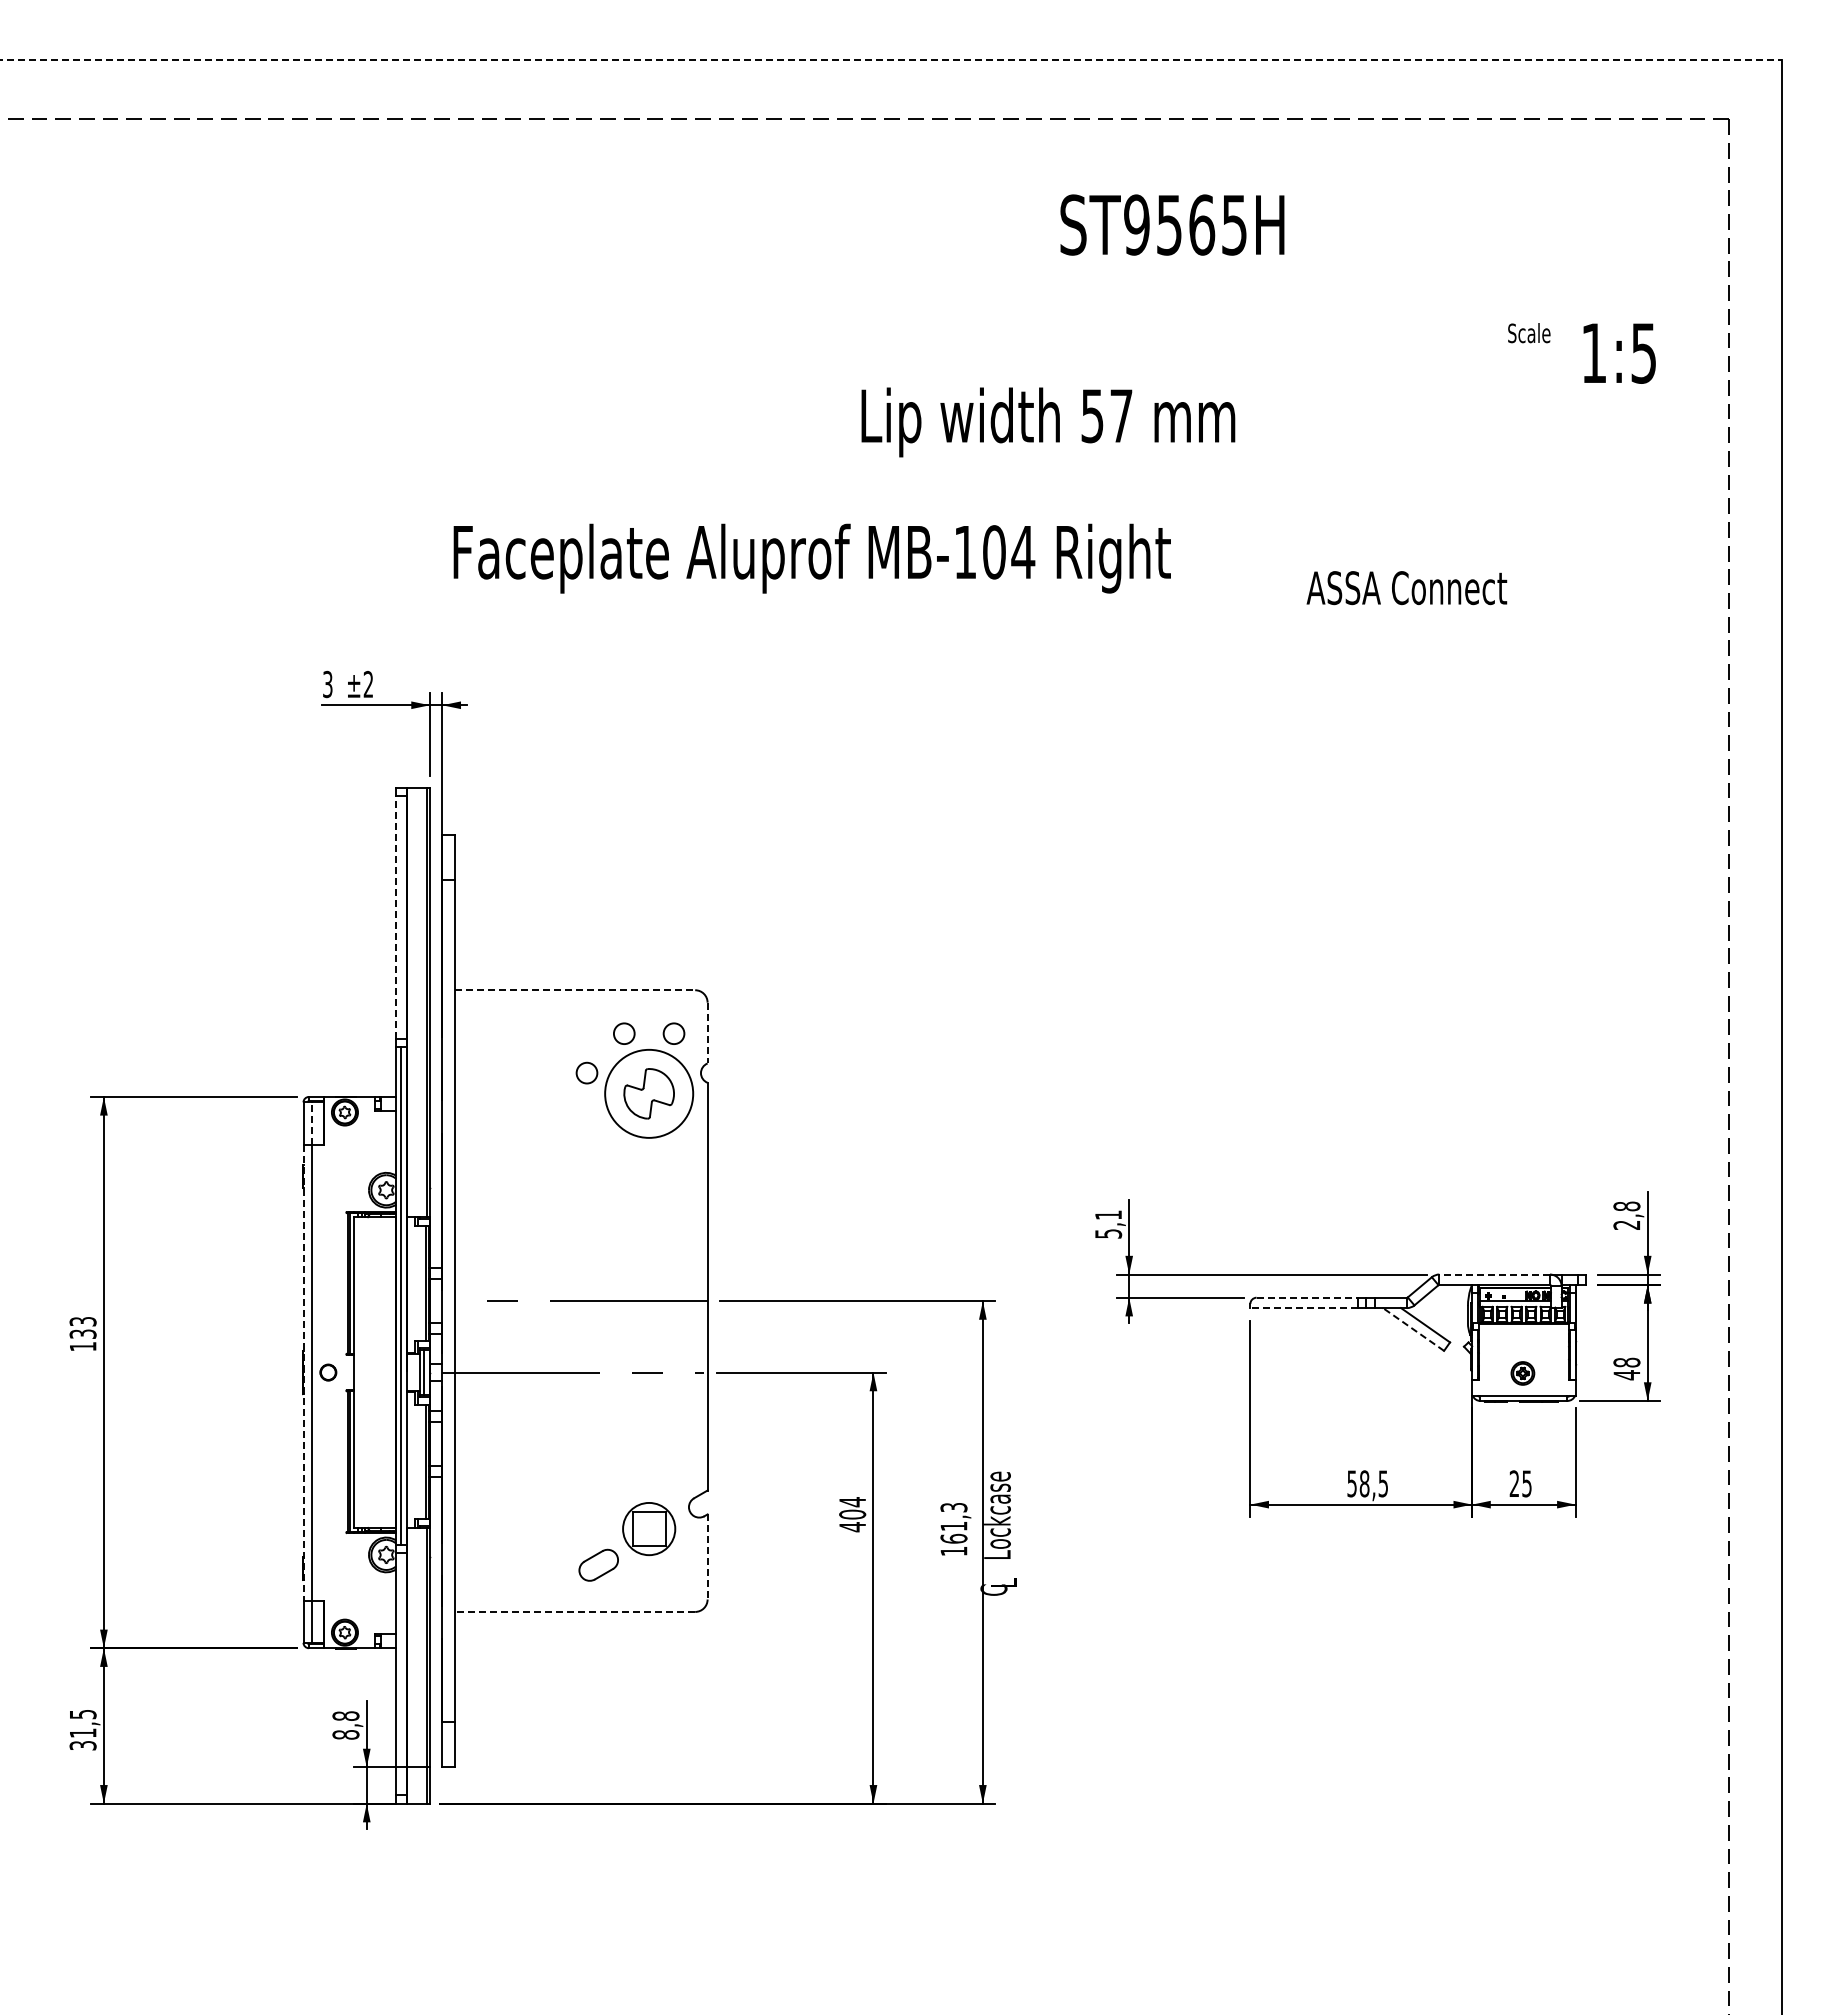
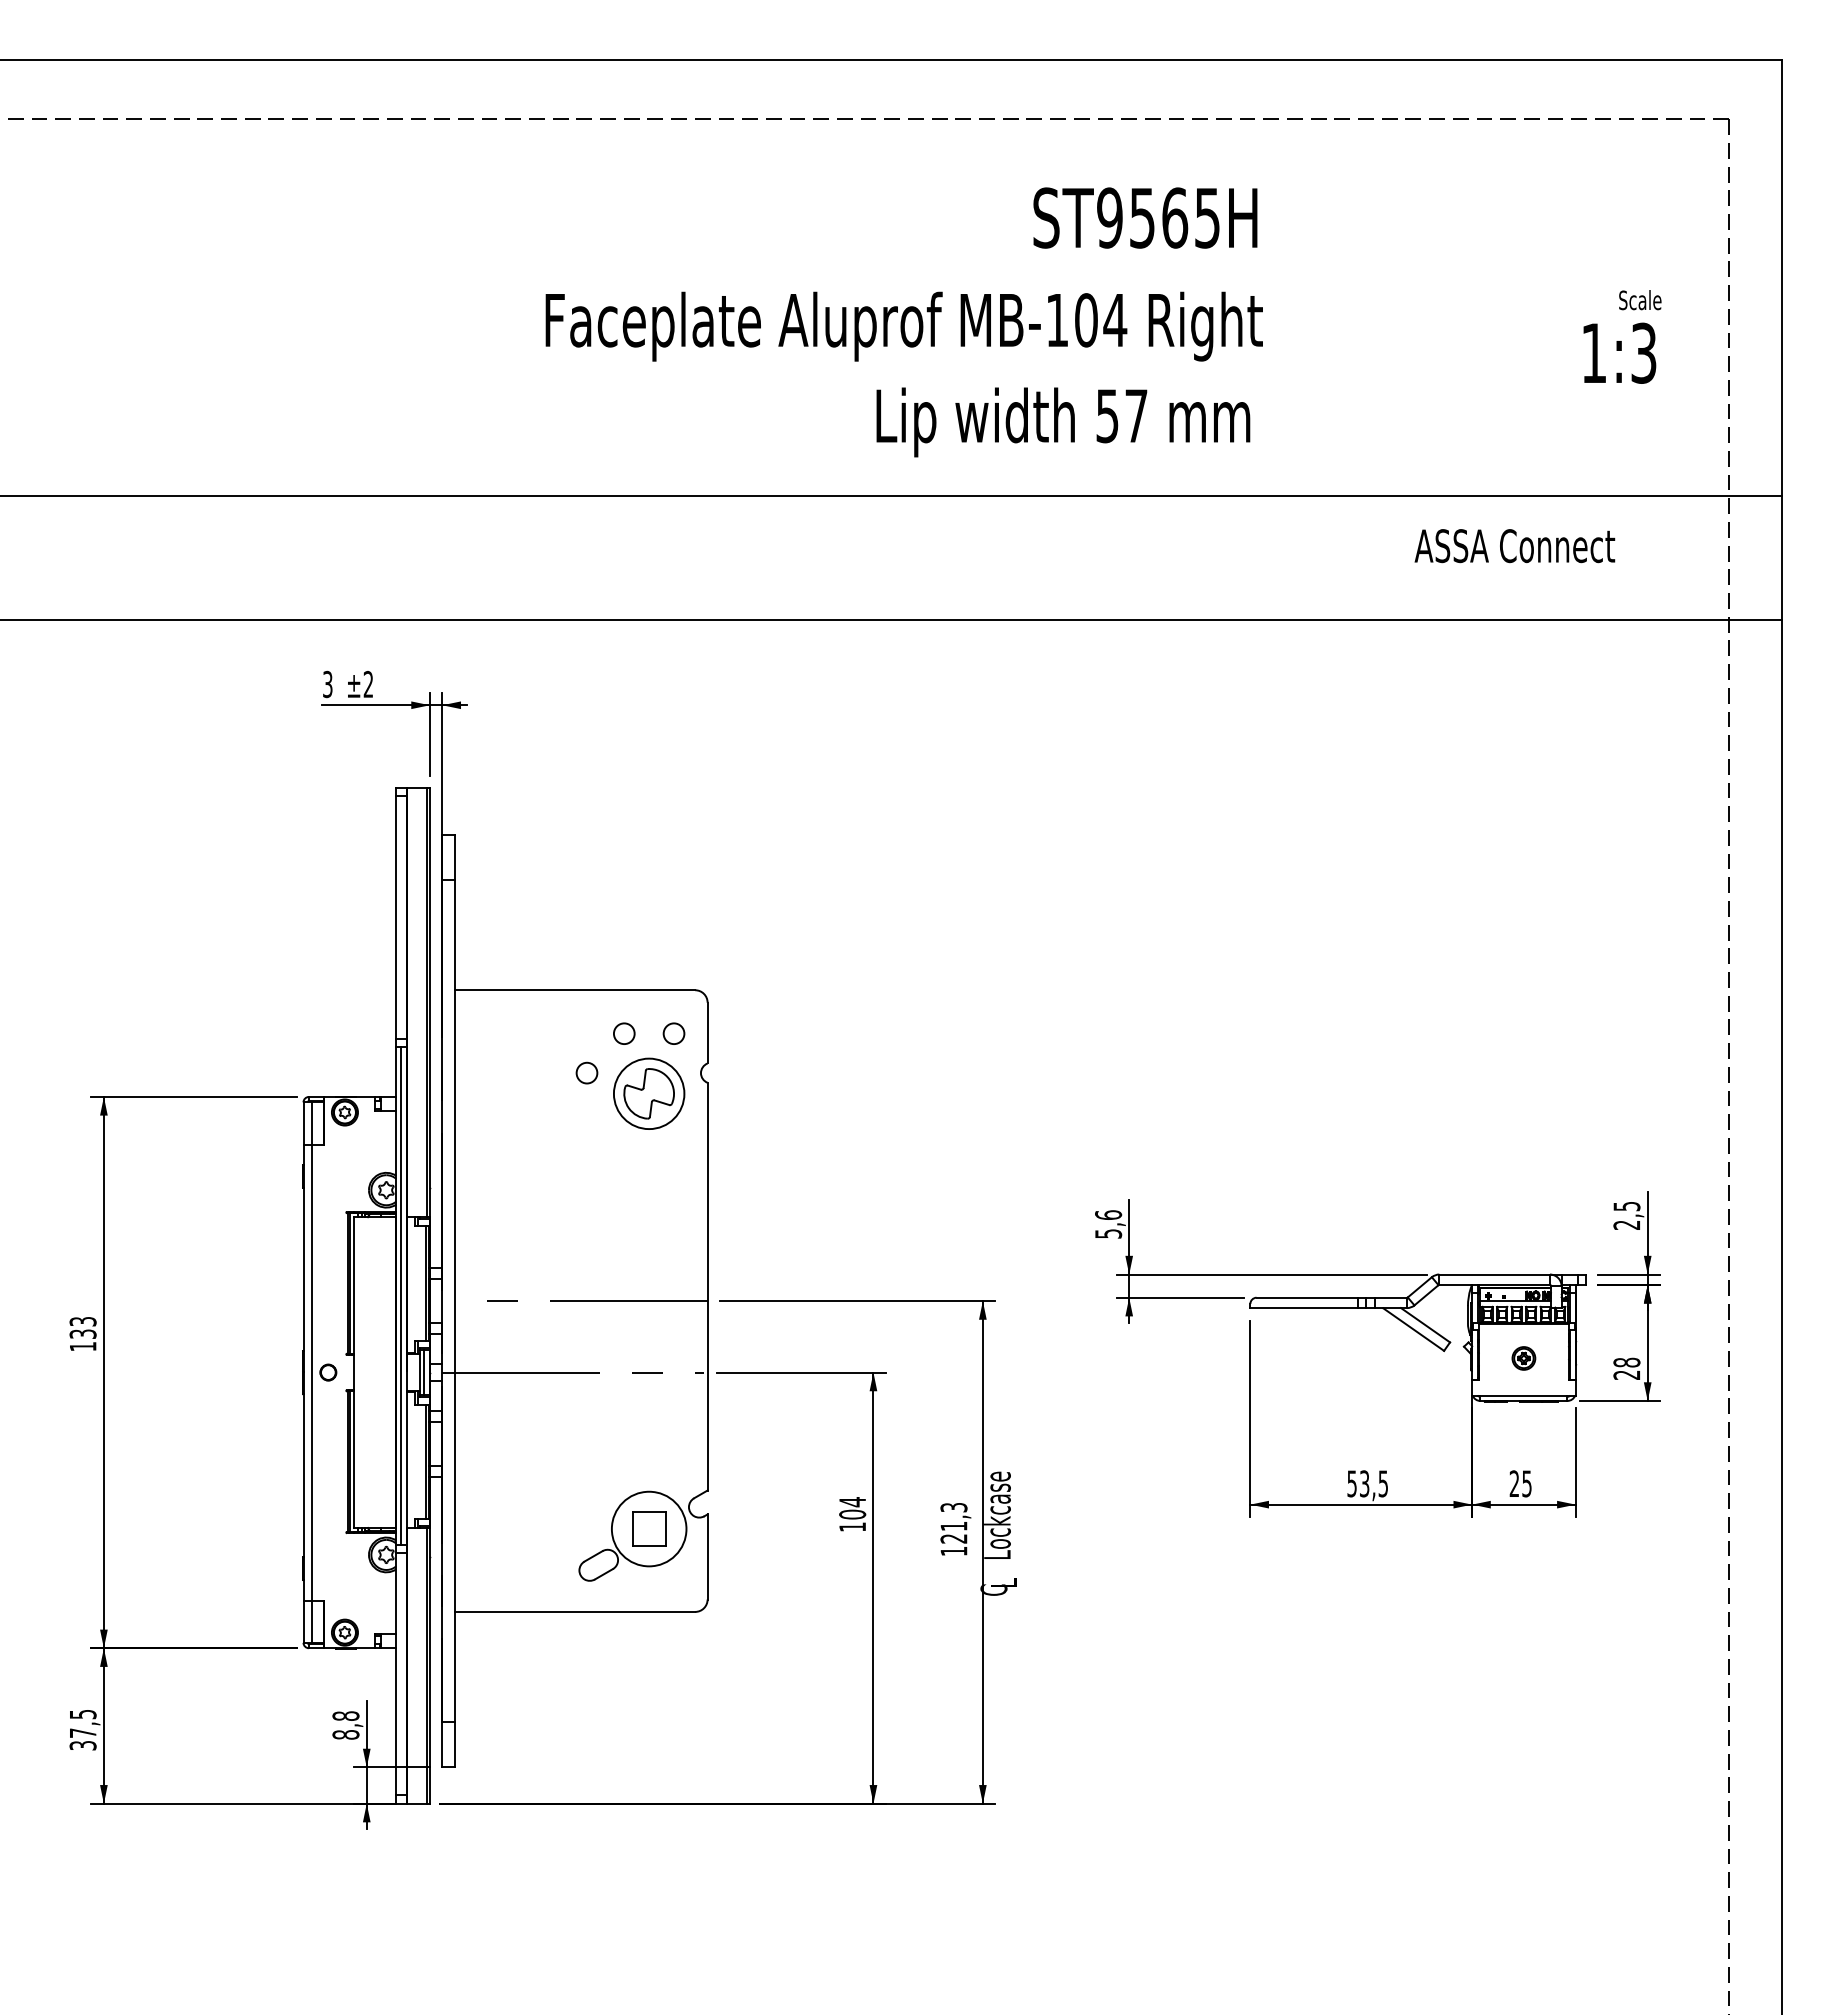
line at (891, 60): dashed -> solid
text at (1172, 224) position: (1172, 224) -> (1145, 217)
text at (1529, 333) position: (1529, 333) -> (1640, 300)
text at (1644, 352): 1:5 -> 1:3
text at (1048, 422) position: (1048, 422) -> (1063, 422)
line at (891, 495): none -> present
text at (811, 558) position: (811, 558) -> (903, 326)
text at (1406, 588) position: (1406, 588) -> (1514, 546)
line at (891, 619): none -> present
line at (396, 917): dashed -> solid
line at (575, 990): dashed -> solid
line at (707, 1033): dashed -> solid
circle at (649, 1093) diameter: 88 px -> 70 px
line at (311, 1123): dashed -> solid
text at (1626, 1206): 2,8 -> 2,5
text at (1108, 1214): 5,1 -> 5,6
line at (1494, 1274): dashed -> solid
line at (1307, 1297): dashed -> solid
line at (1304, 1308): dashed -> solid
line at (1413, 1329): dashed -> solid
line at (303, 1372): dashed -> solid
part at (1522, 1373) position: (1522, 1373) -> (1523, 1358)
text at (1626, 1375): 48 -> 28
text at (1364, 1483): 58,5 -> 53,5
text at (852, 1527): 404 -> 104
circle at (649, 1528) diameter: 52 px -> 75 px
text at (953, 1538): 161,3 -> 121,3
line at (707, 1556): dashed -> solid
line at (574, 1611): dashed -> solid
text at (83, 1732): 31,5 -> 37,5
